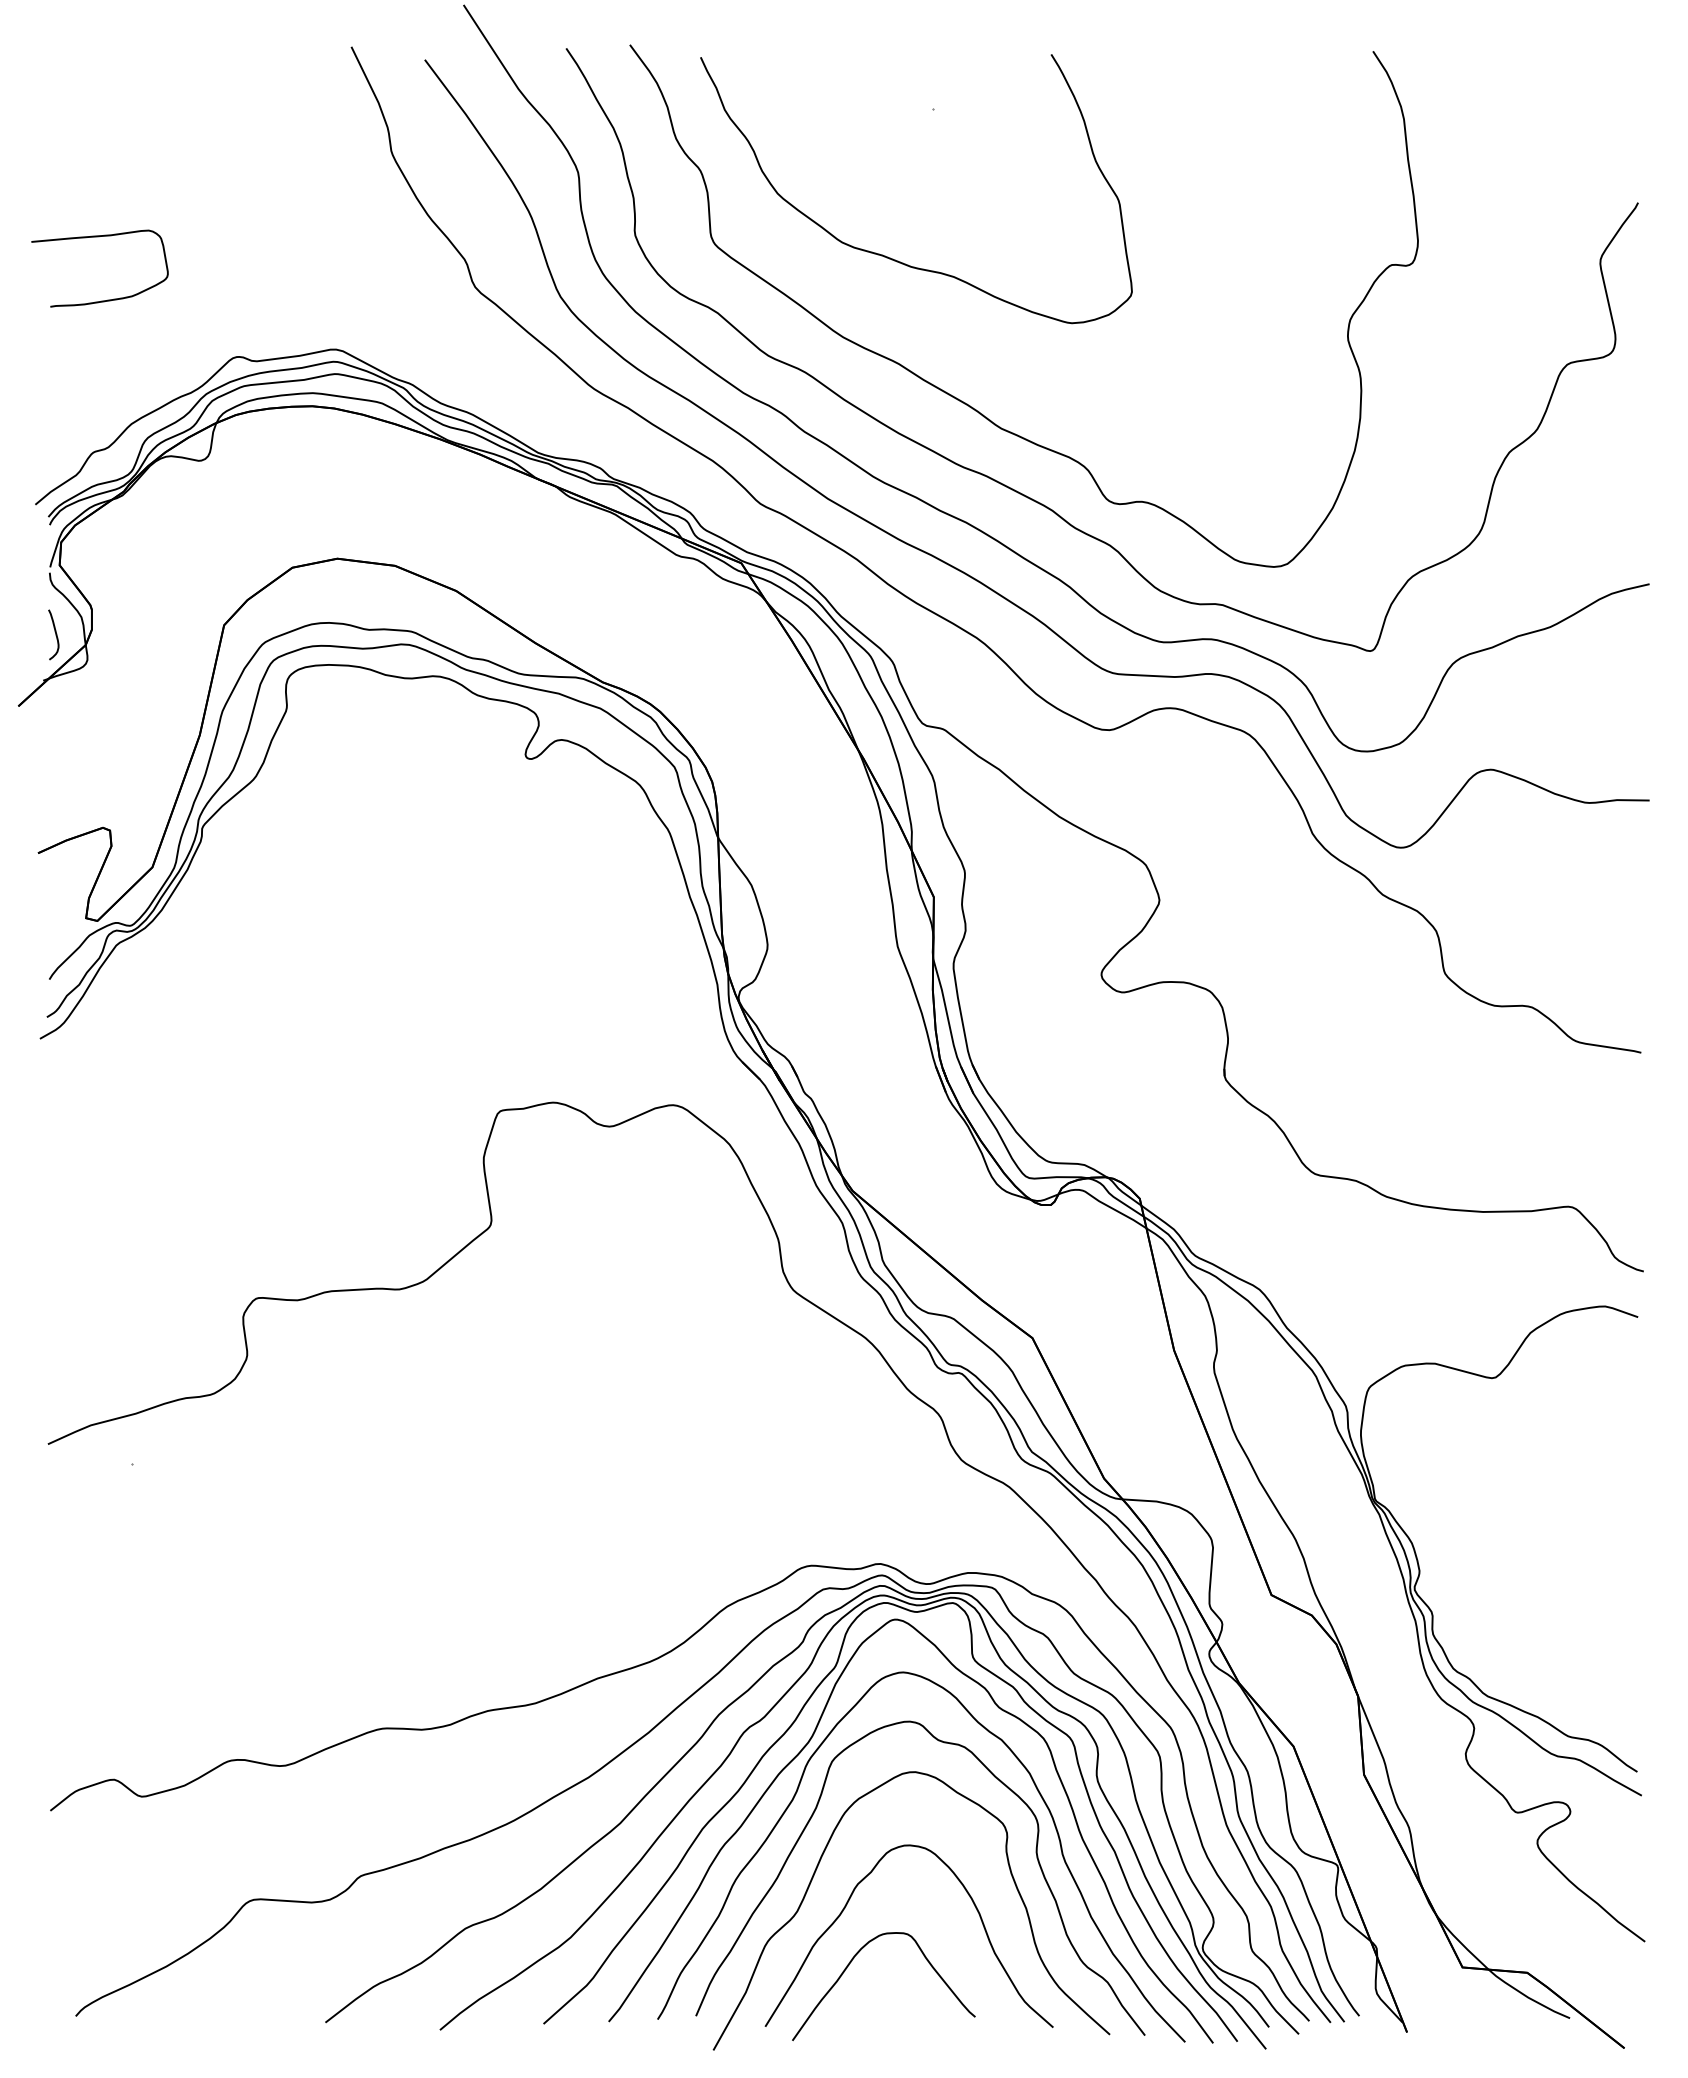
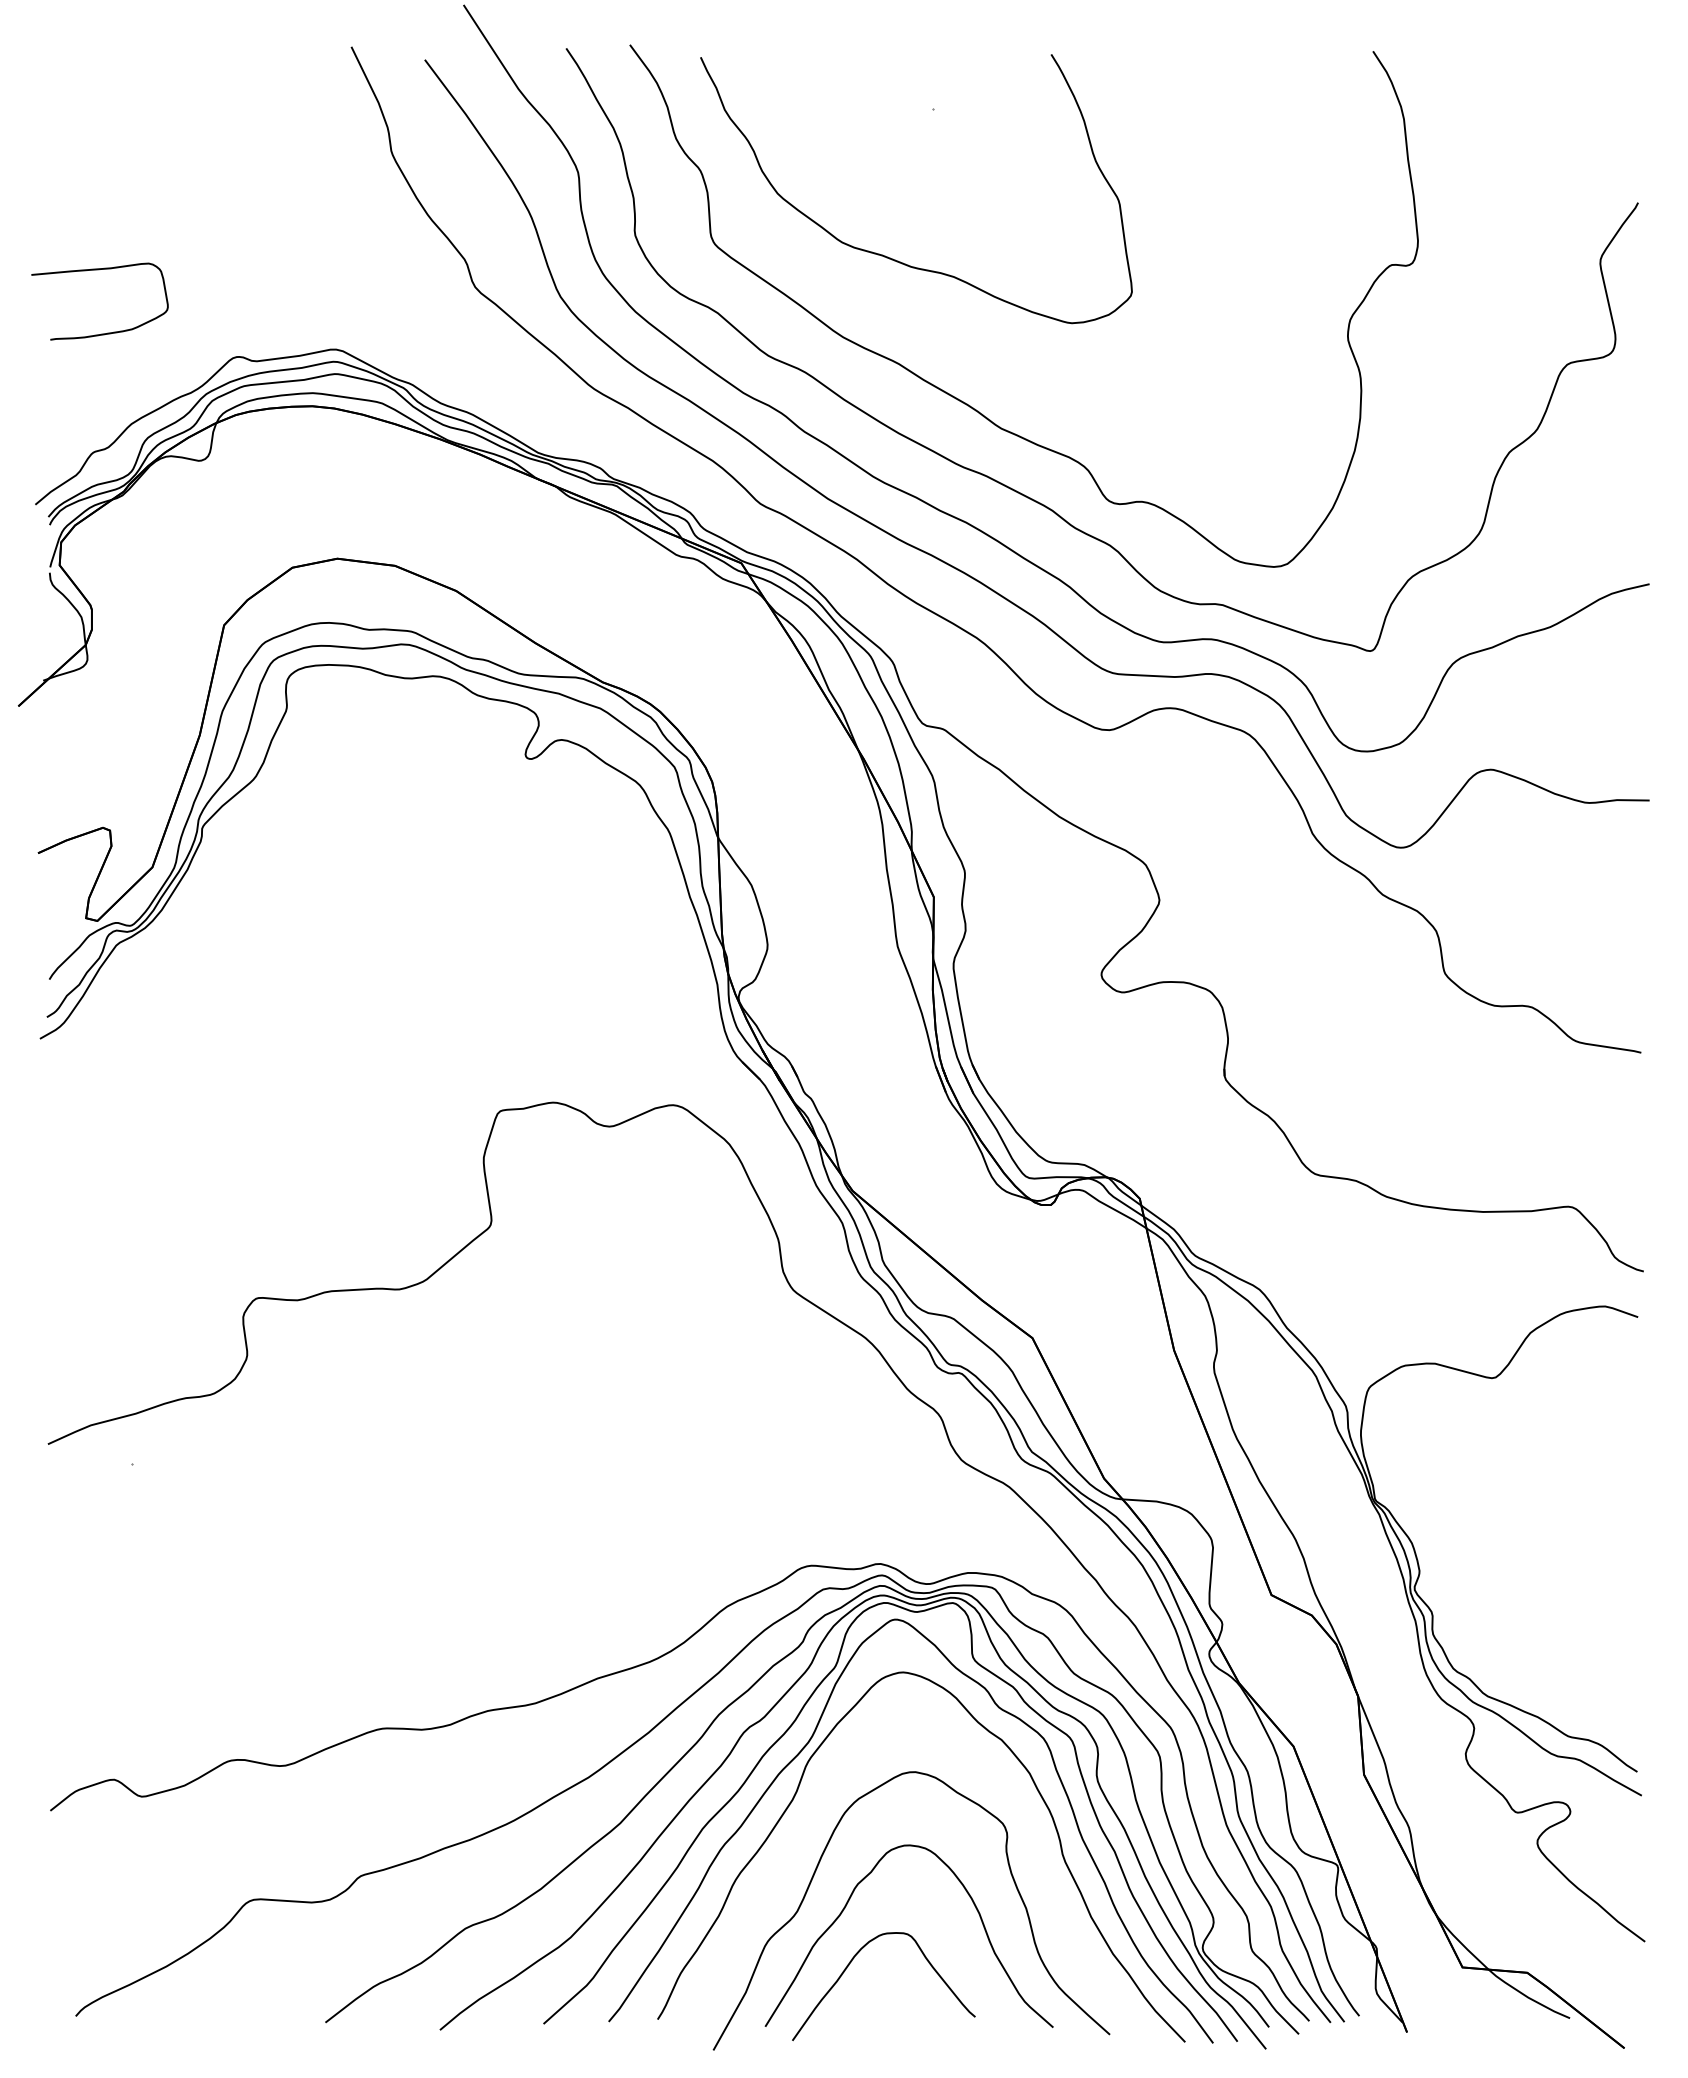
curve at (99, 237) position: (99, 237) -> (99, 270)
curve at (55, 634): present -> none
curve at (1035, 1853): present -> none
